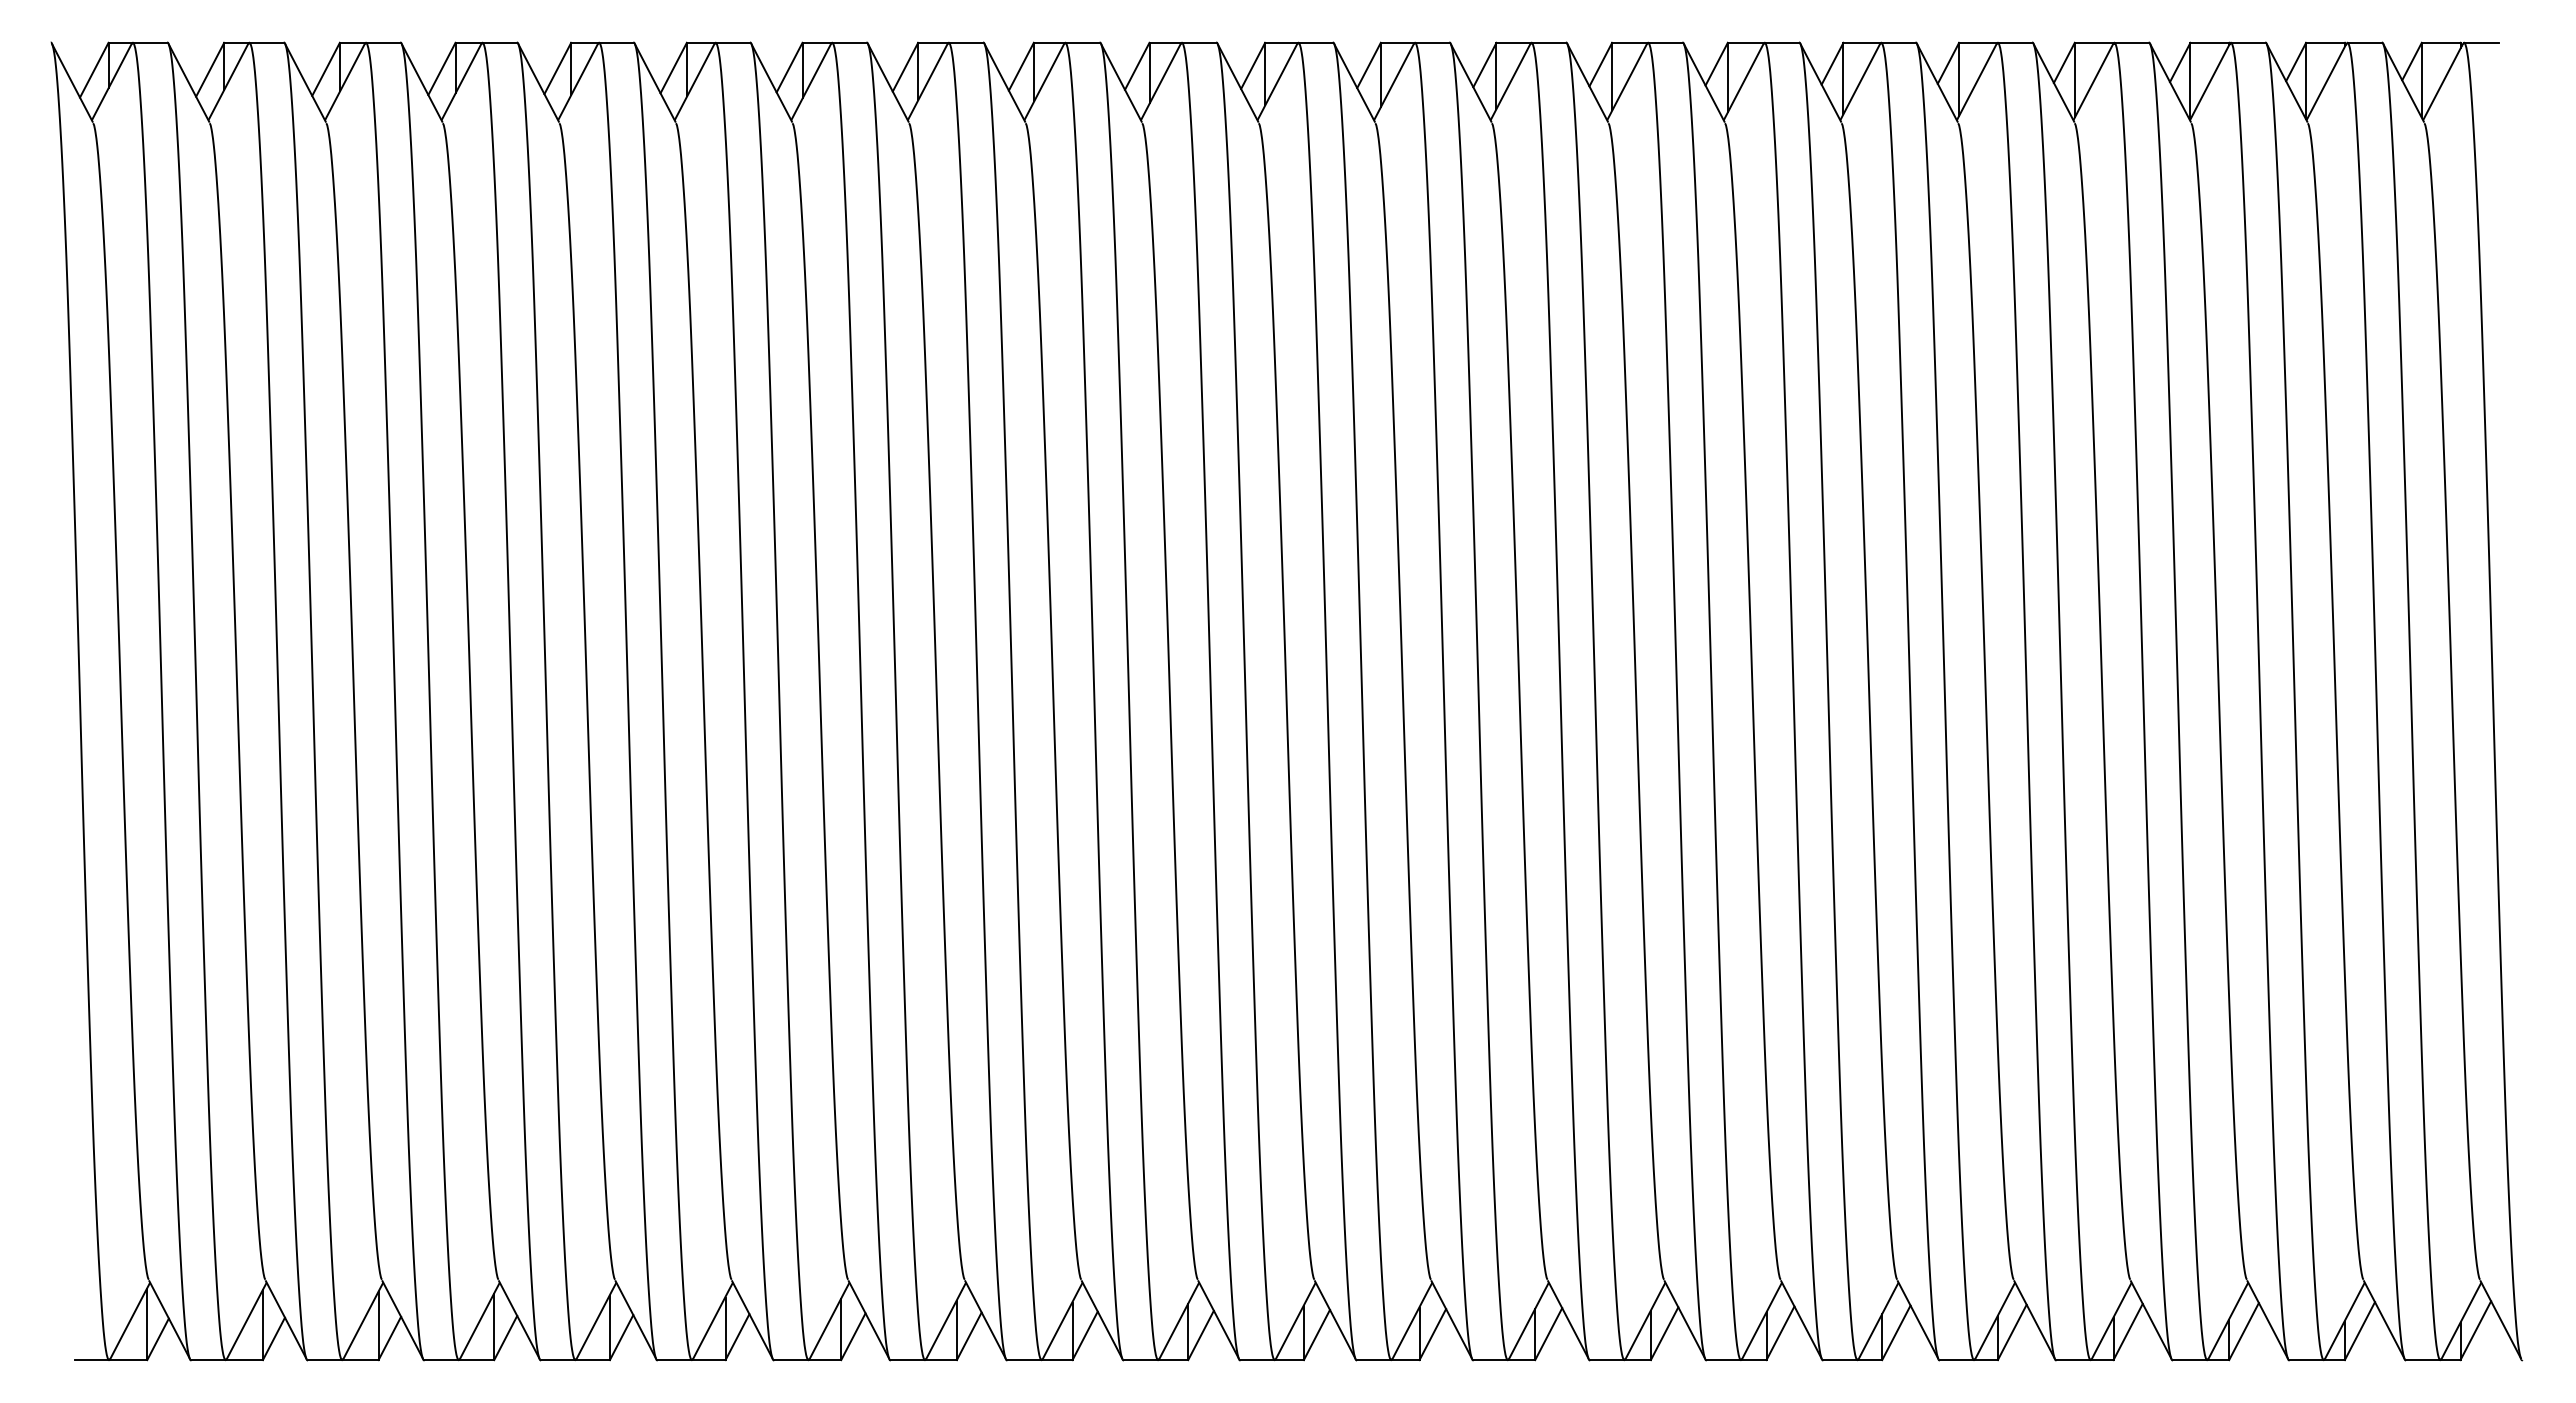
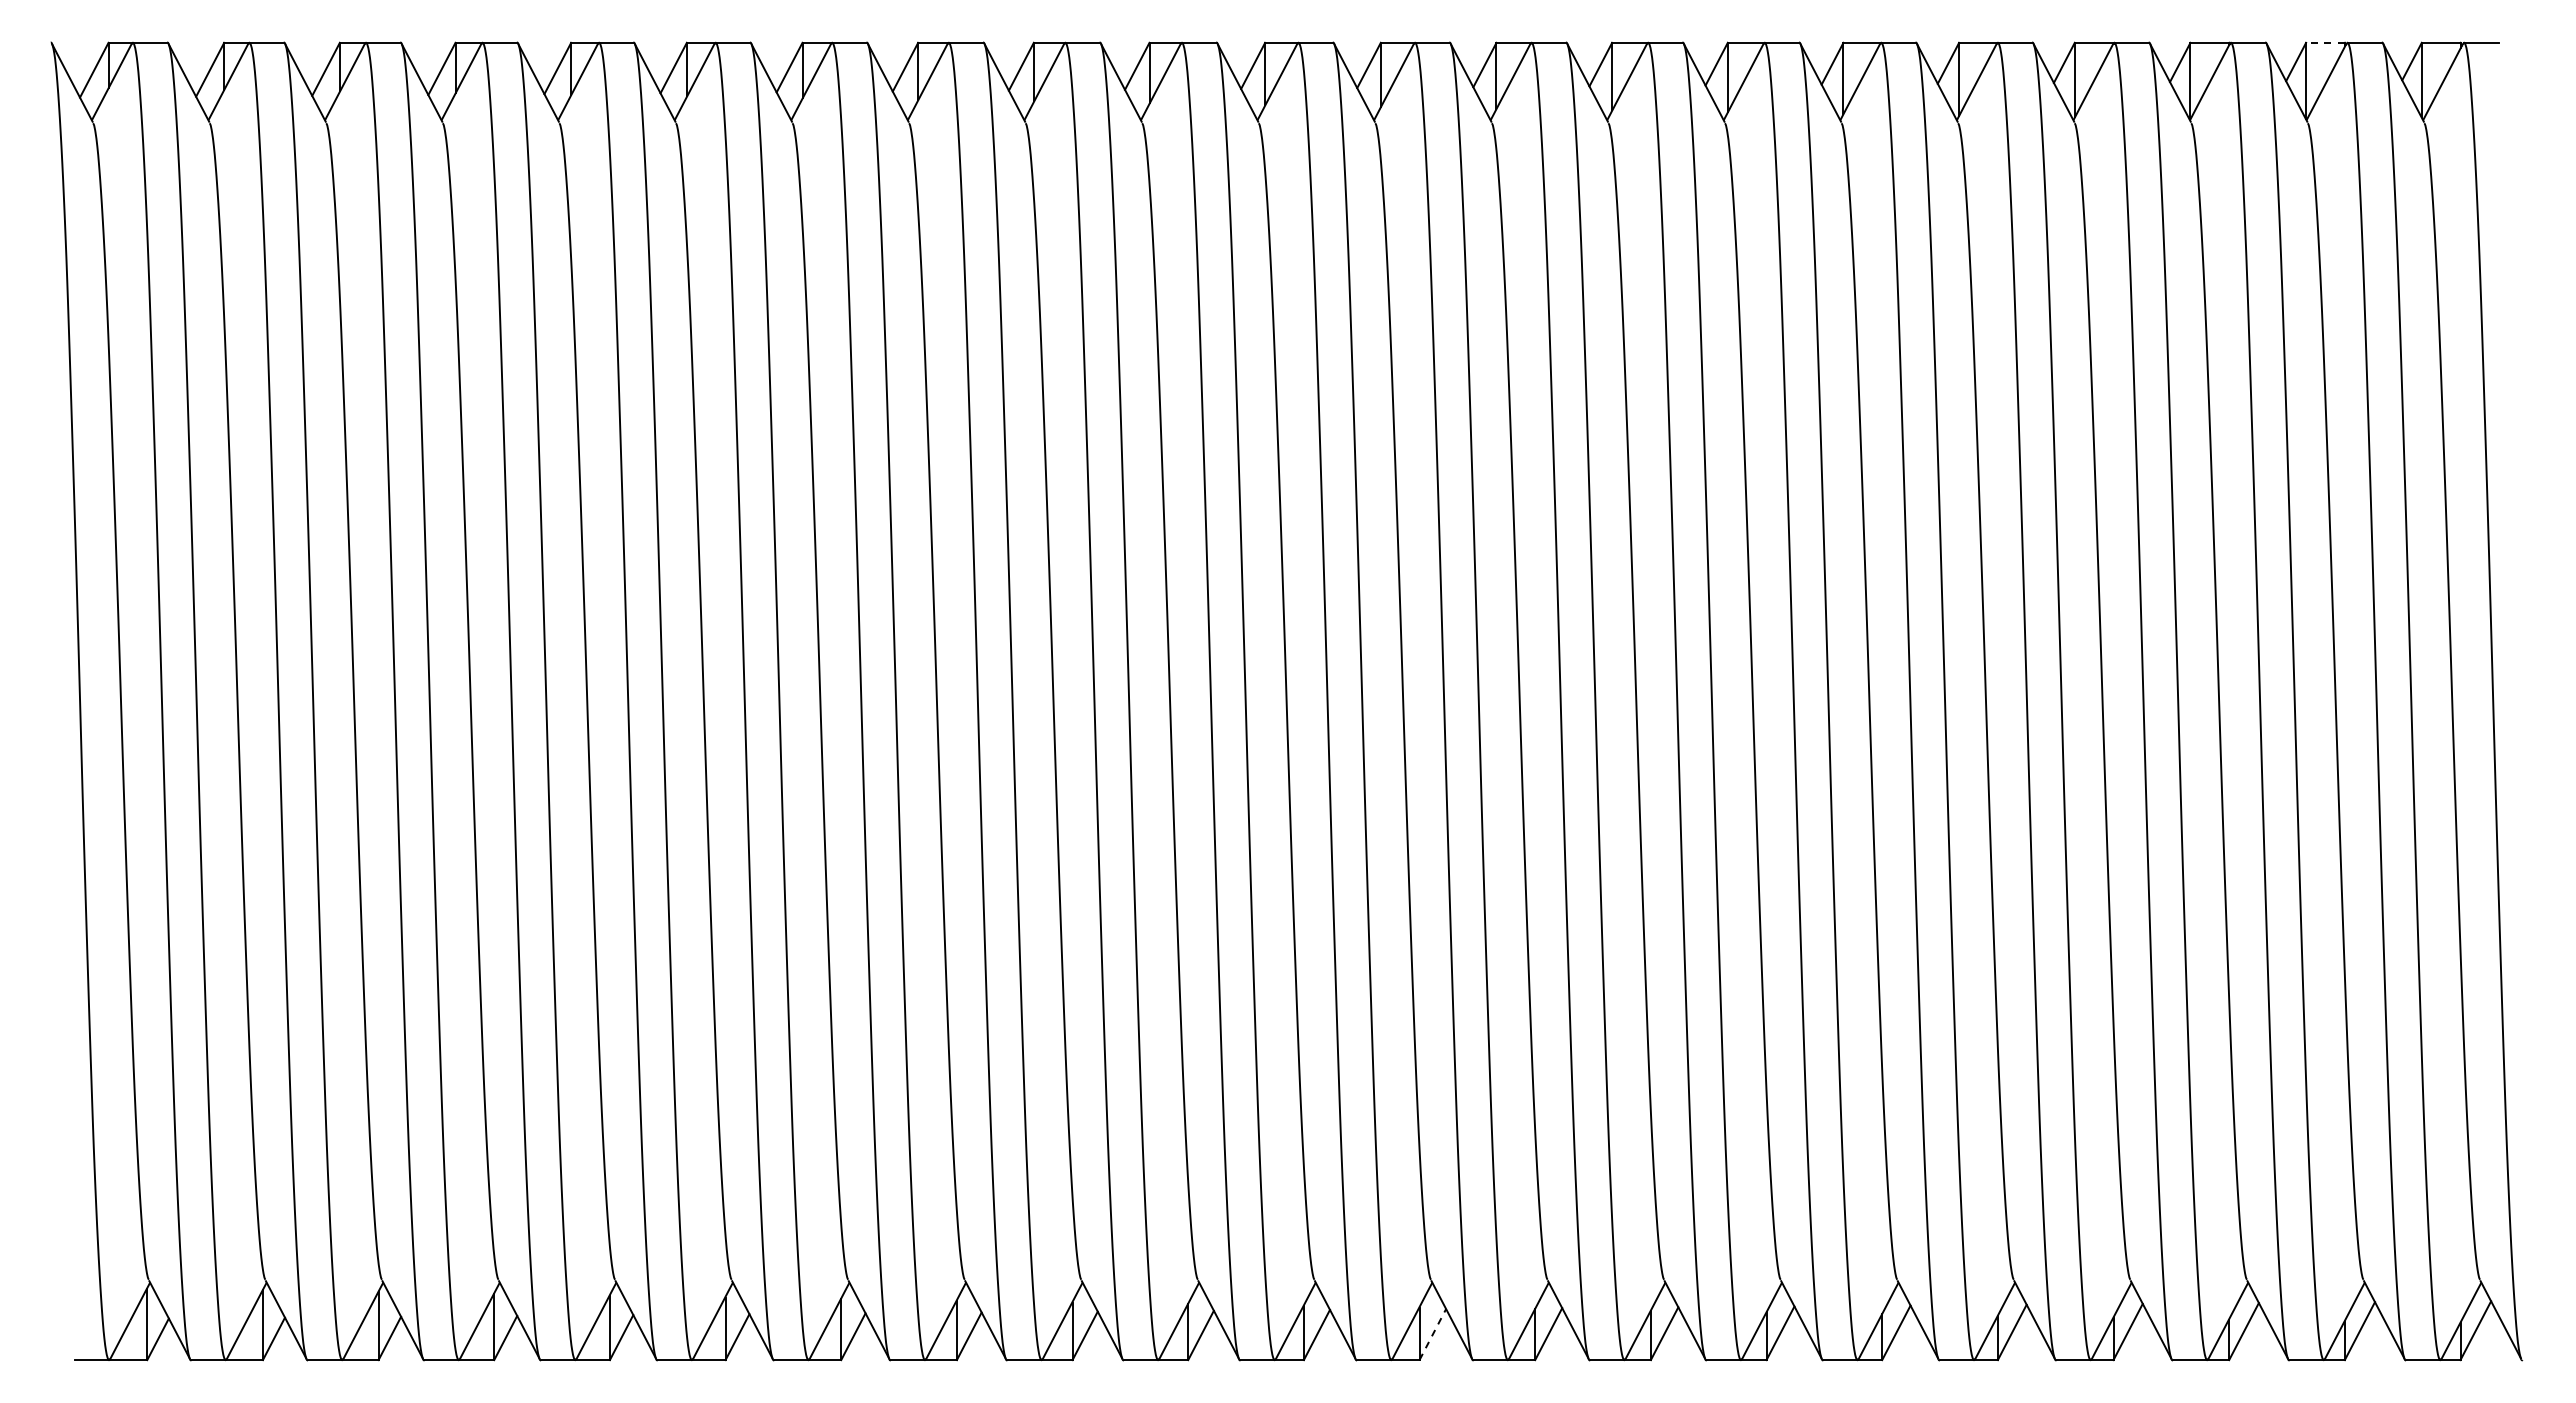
line at (2324, 42): solid -> dashed
line at (1432, 1334): solid -> dashed
